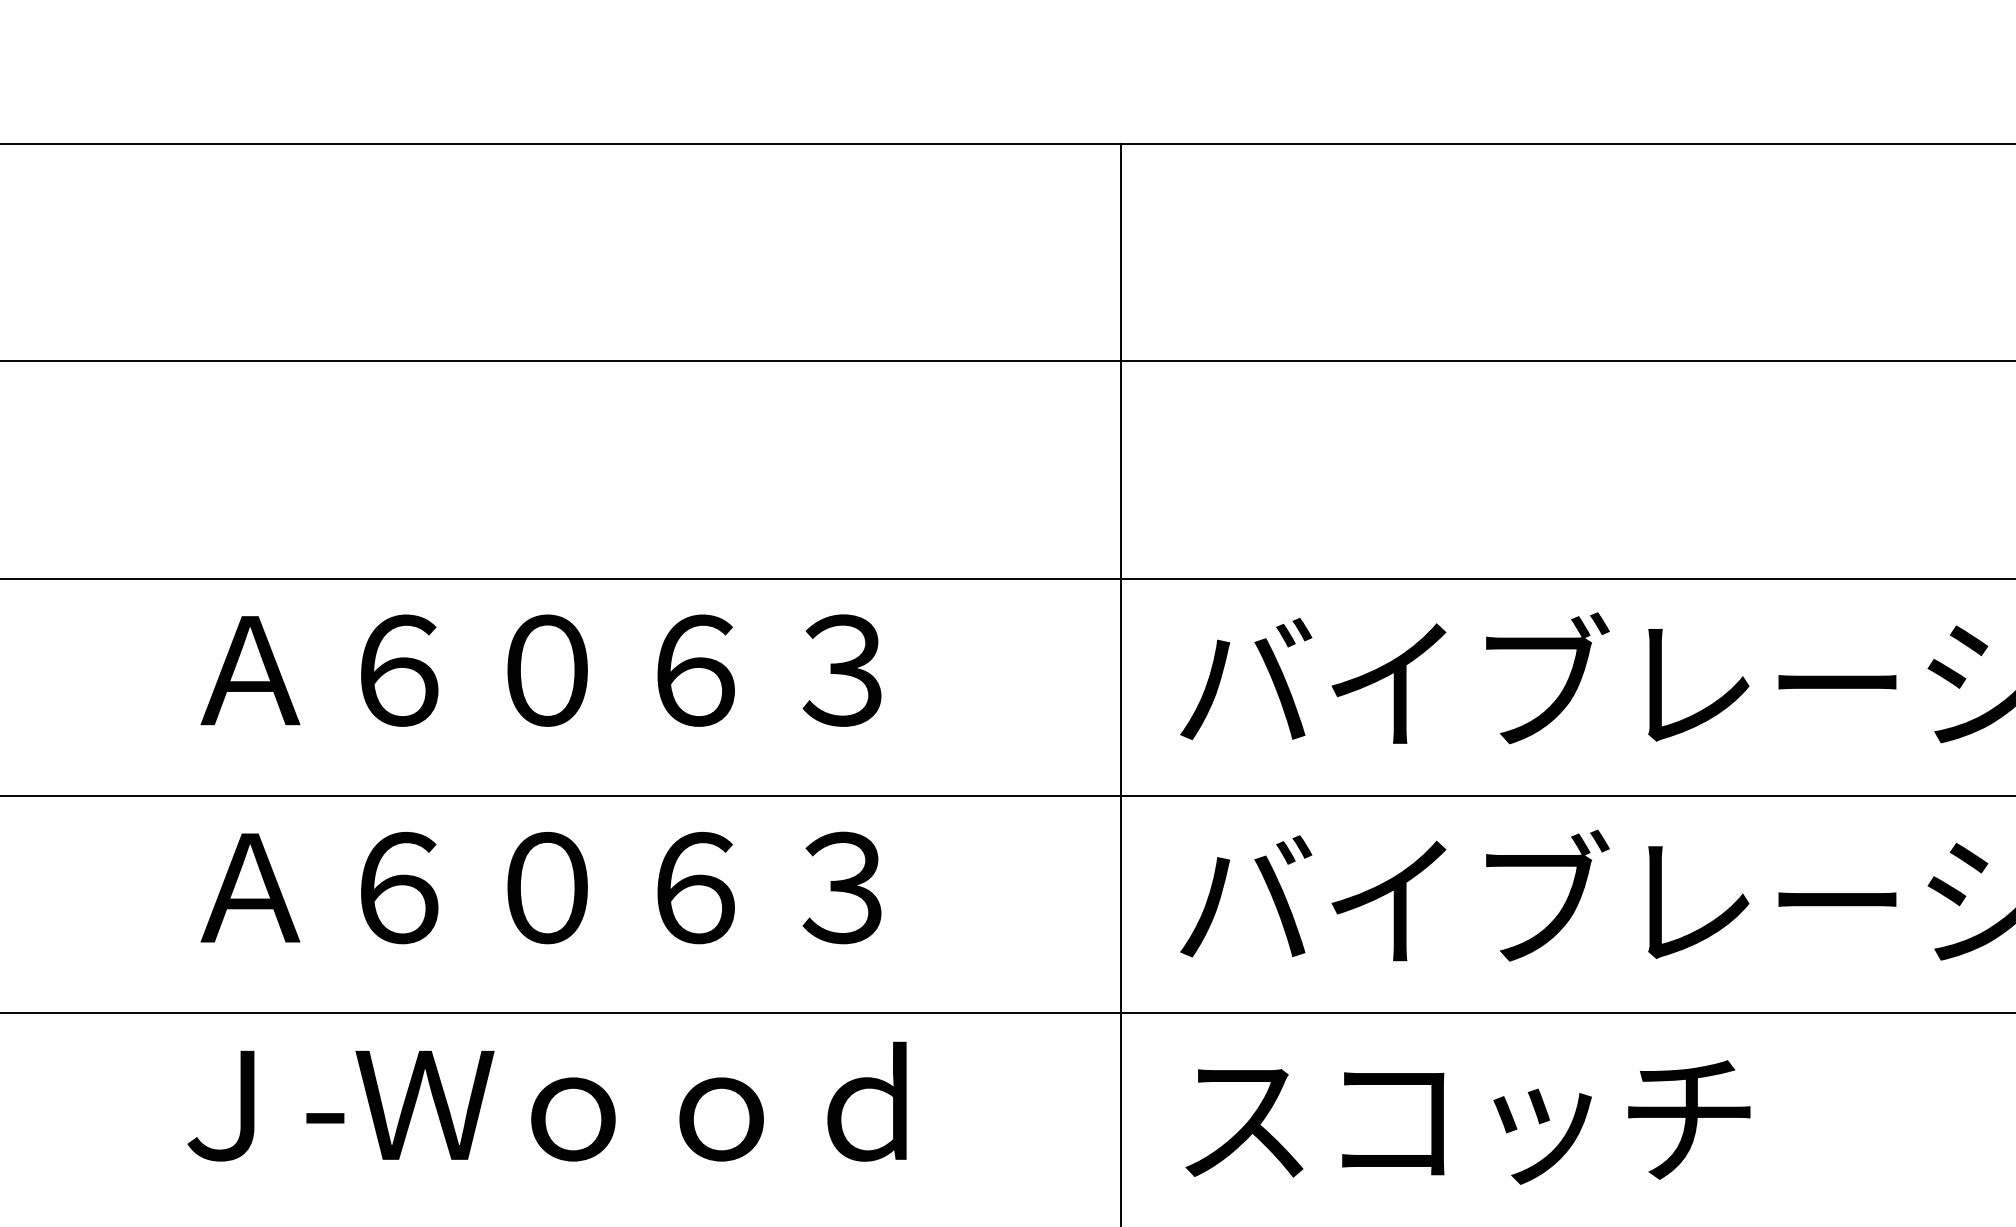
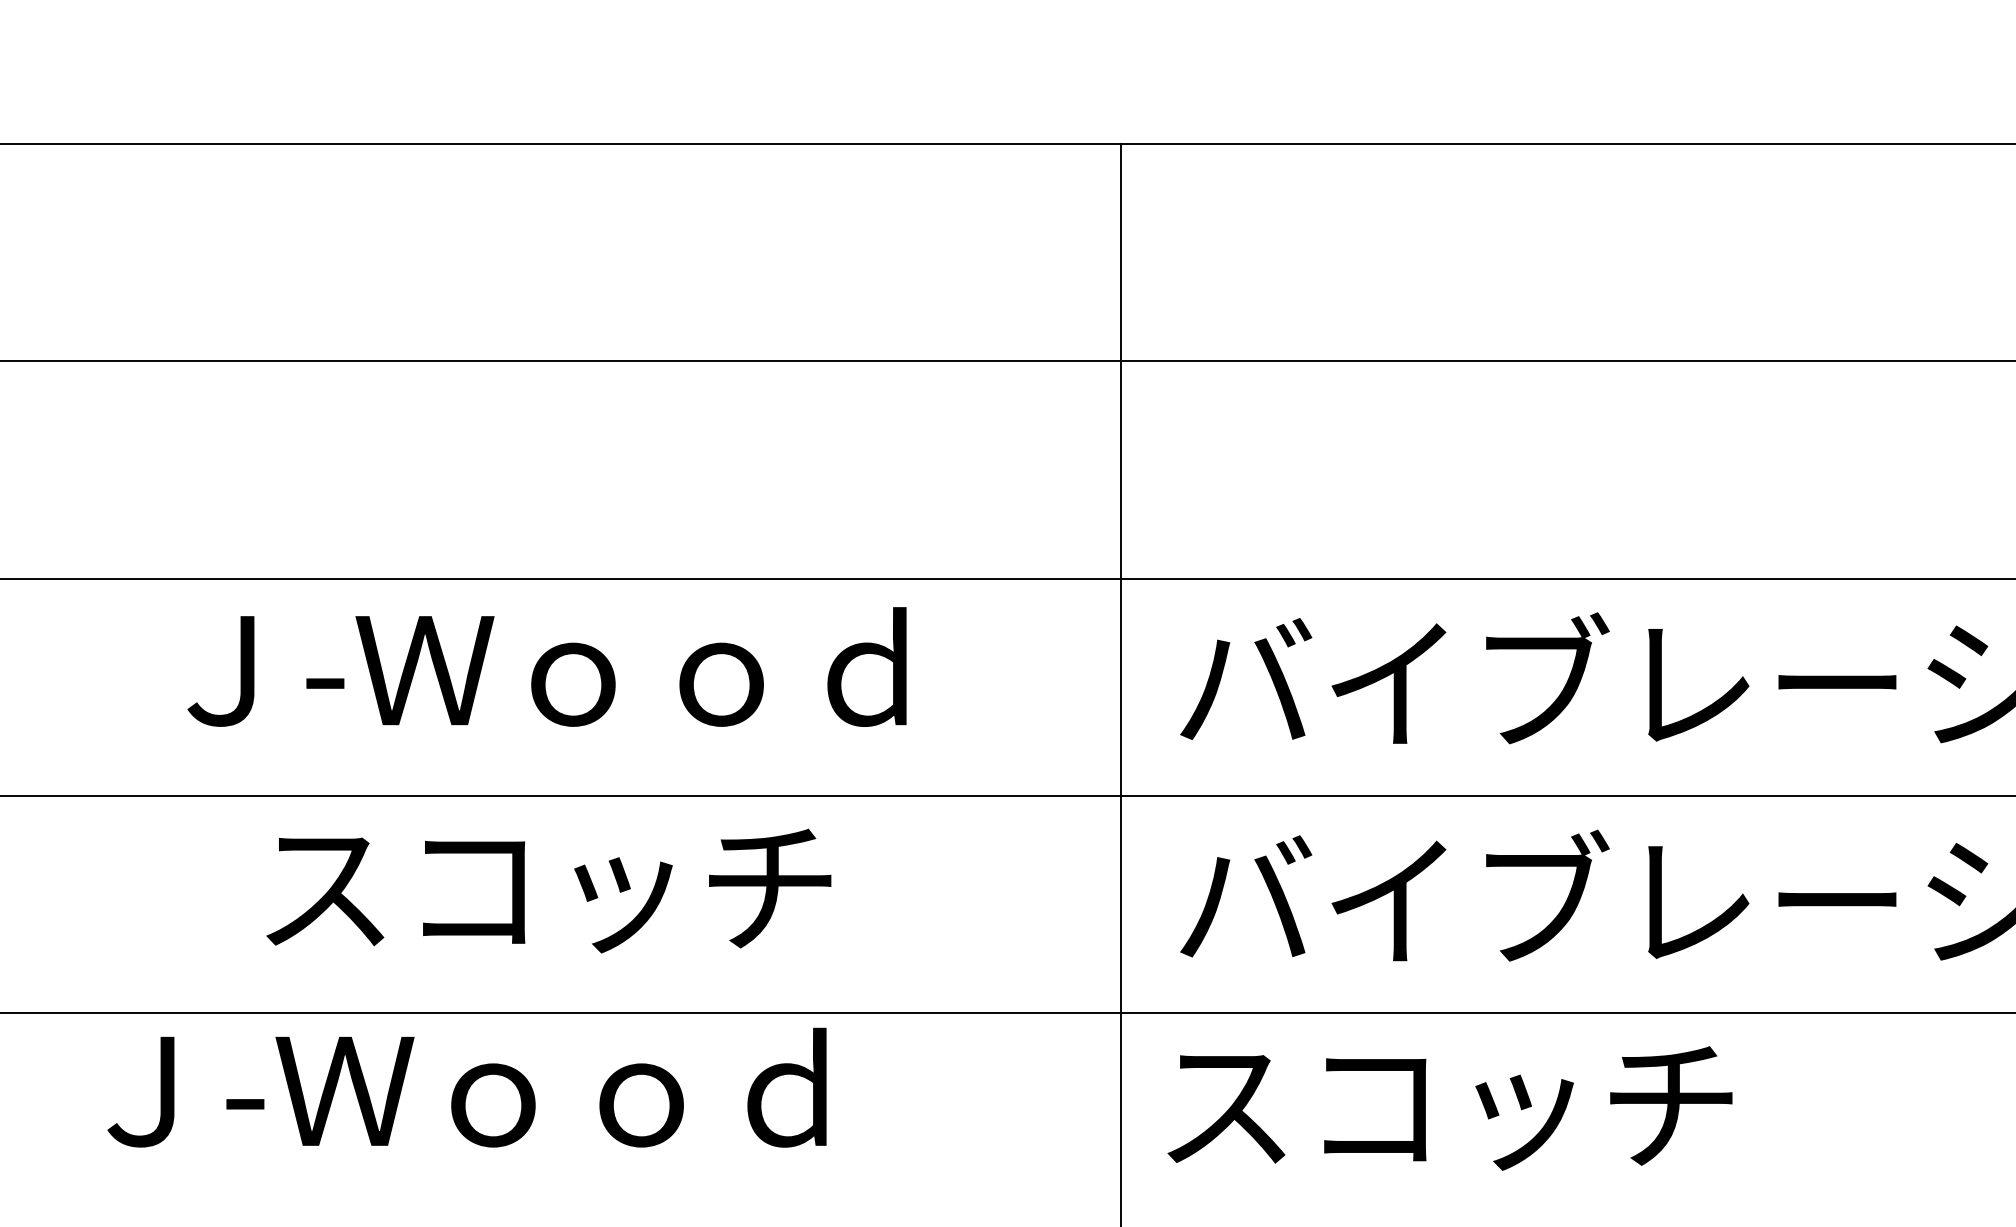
text at (546, 666): Ａ６０６３ -> Ｊ-Ｗｏｏｄ
text at (540, 890): Ａ６０６３ -> スコッチ
text at (546, 1101) position: (546, 1101) -> (466, 1087)
text at (1467, 1122) position: (1467, 1122) -> (1449, 1108)
